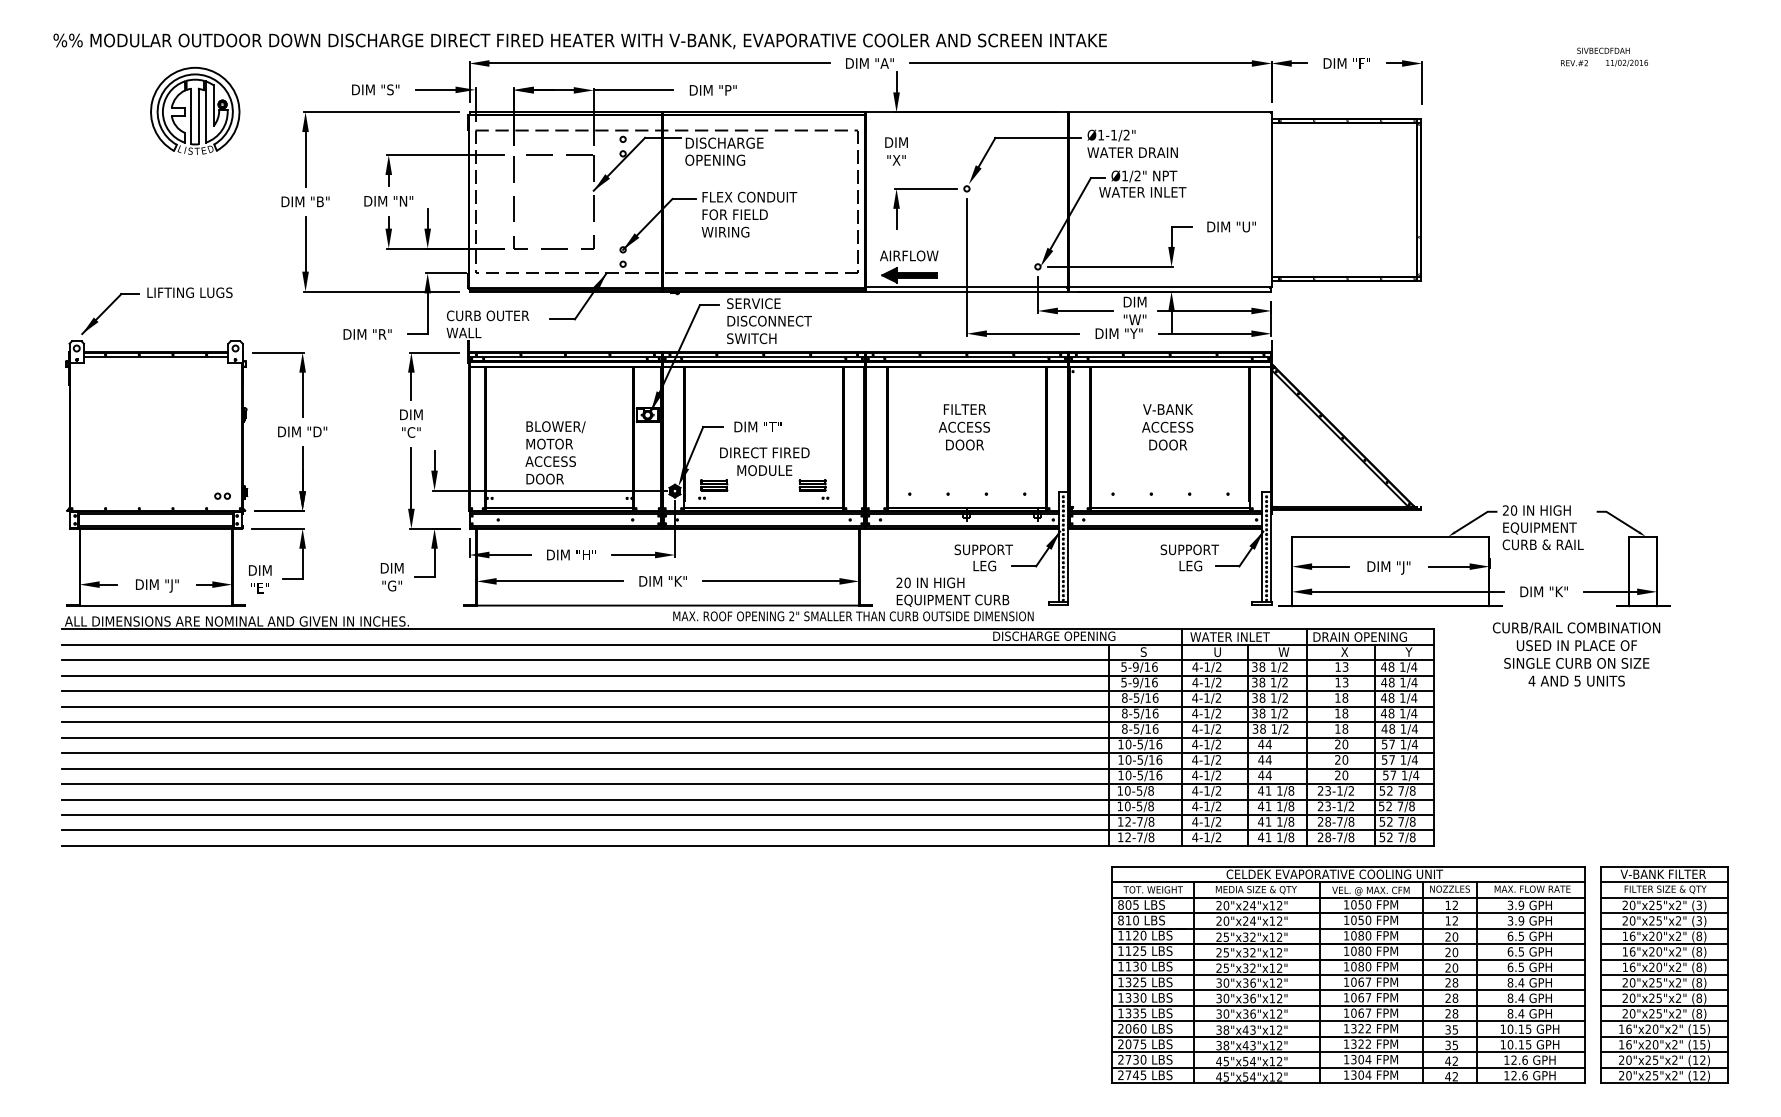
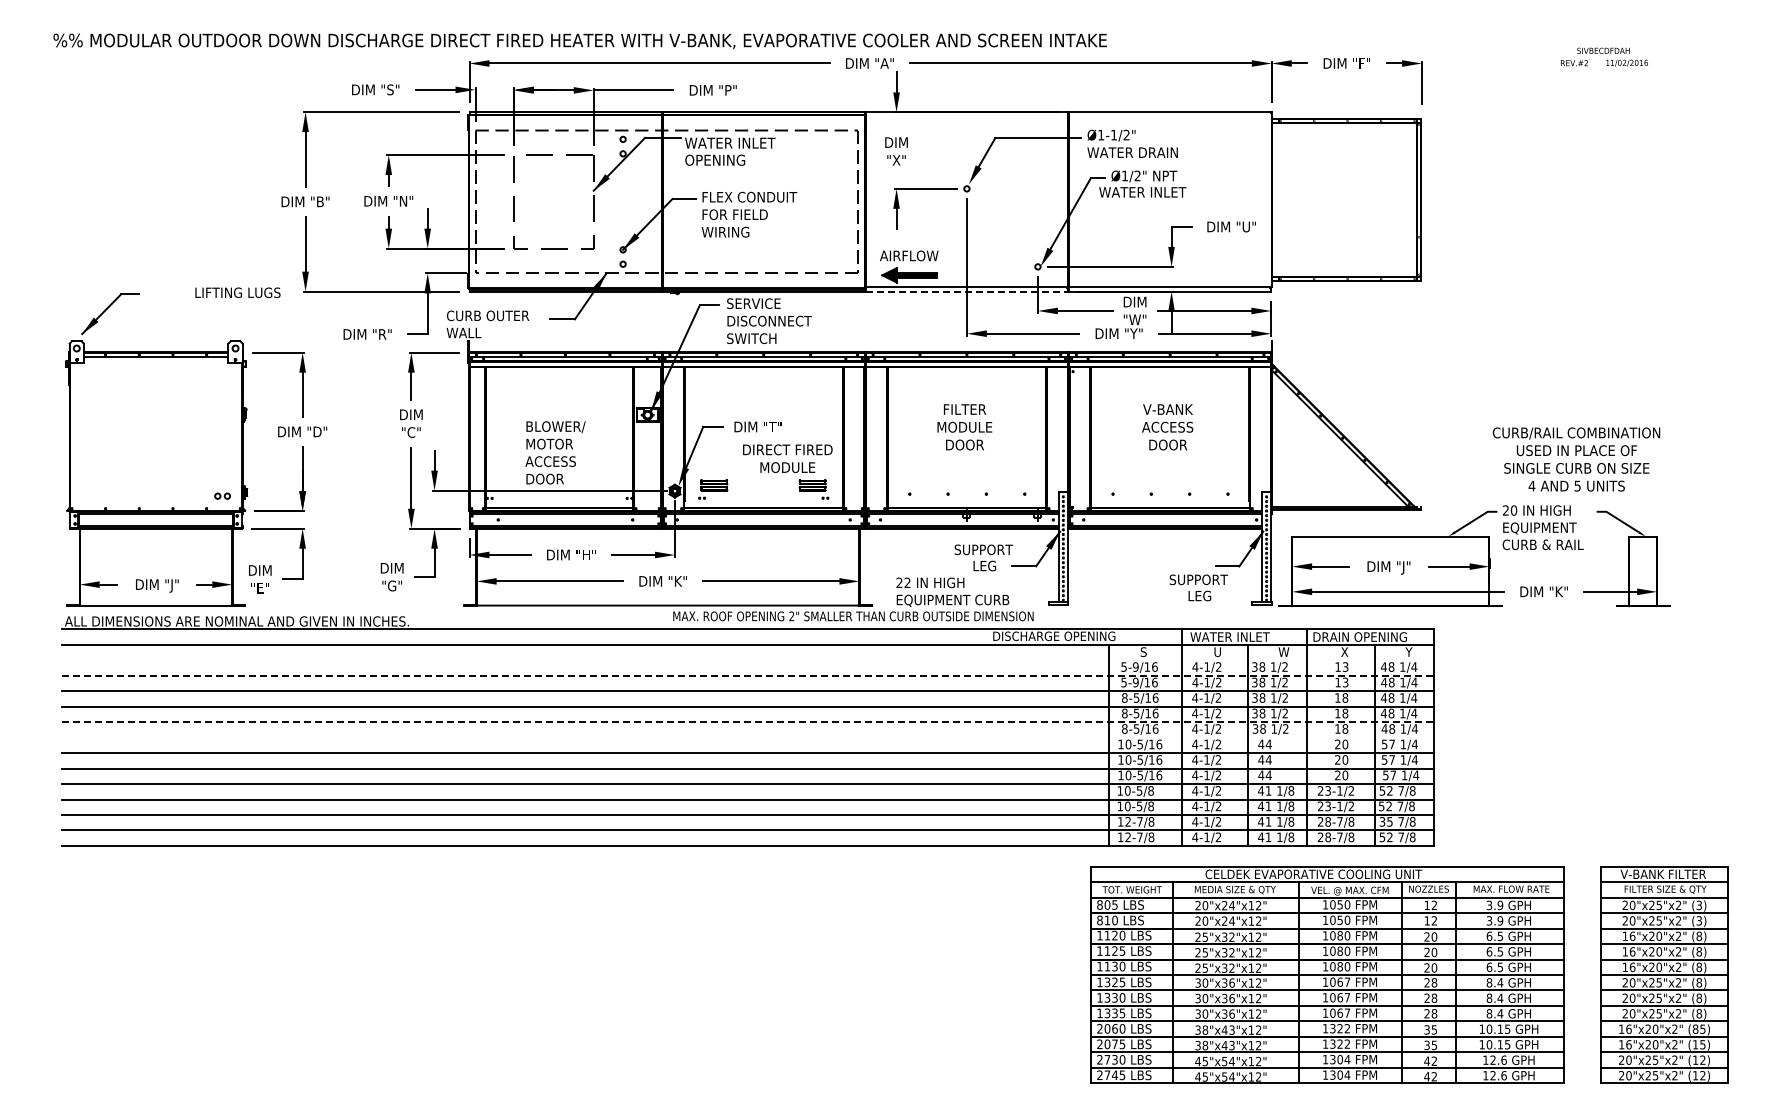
part at (195, 110): present -> none
text at (730, 142): DISCHARGE -> WATER INLET
line at (966, 291): solid -> dashed
text at (189, 292) position: (189, 292) -> (237, 292)
text at (964, 426): ACCESS -> MODULE
text at (764, 461) position: (764, 461) -> (787, 458)
text at (1189, 557) position: (1189, 557) -> (1198, 587)
text at (907, 582): 20 -> 22
text at (1576, 654) position: (1576, 654) -> (1576, 459)
line at (747, 660): present -> none
line at (748, 675): solid -> dashed
line at (748, 722): solid -> dashed
line at (747, 737): present -> none
text at (1386, 821): 52 -> 35
part at (1348, 974) position: (1348, 974) -> (1327, 974)
text at (1695, 1028): (15) -> (85)
